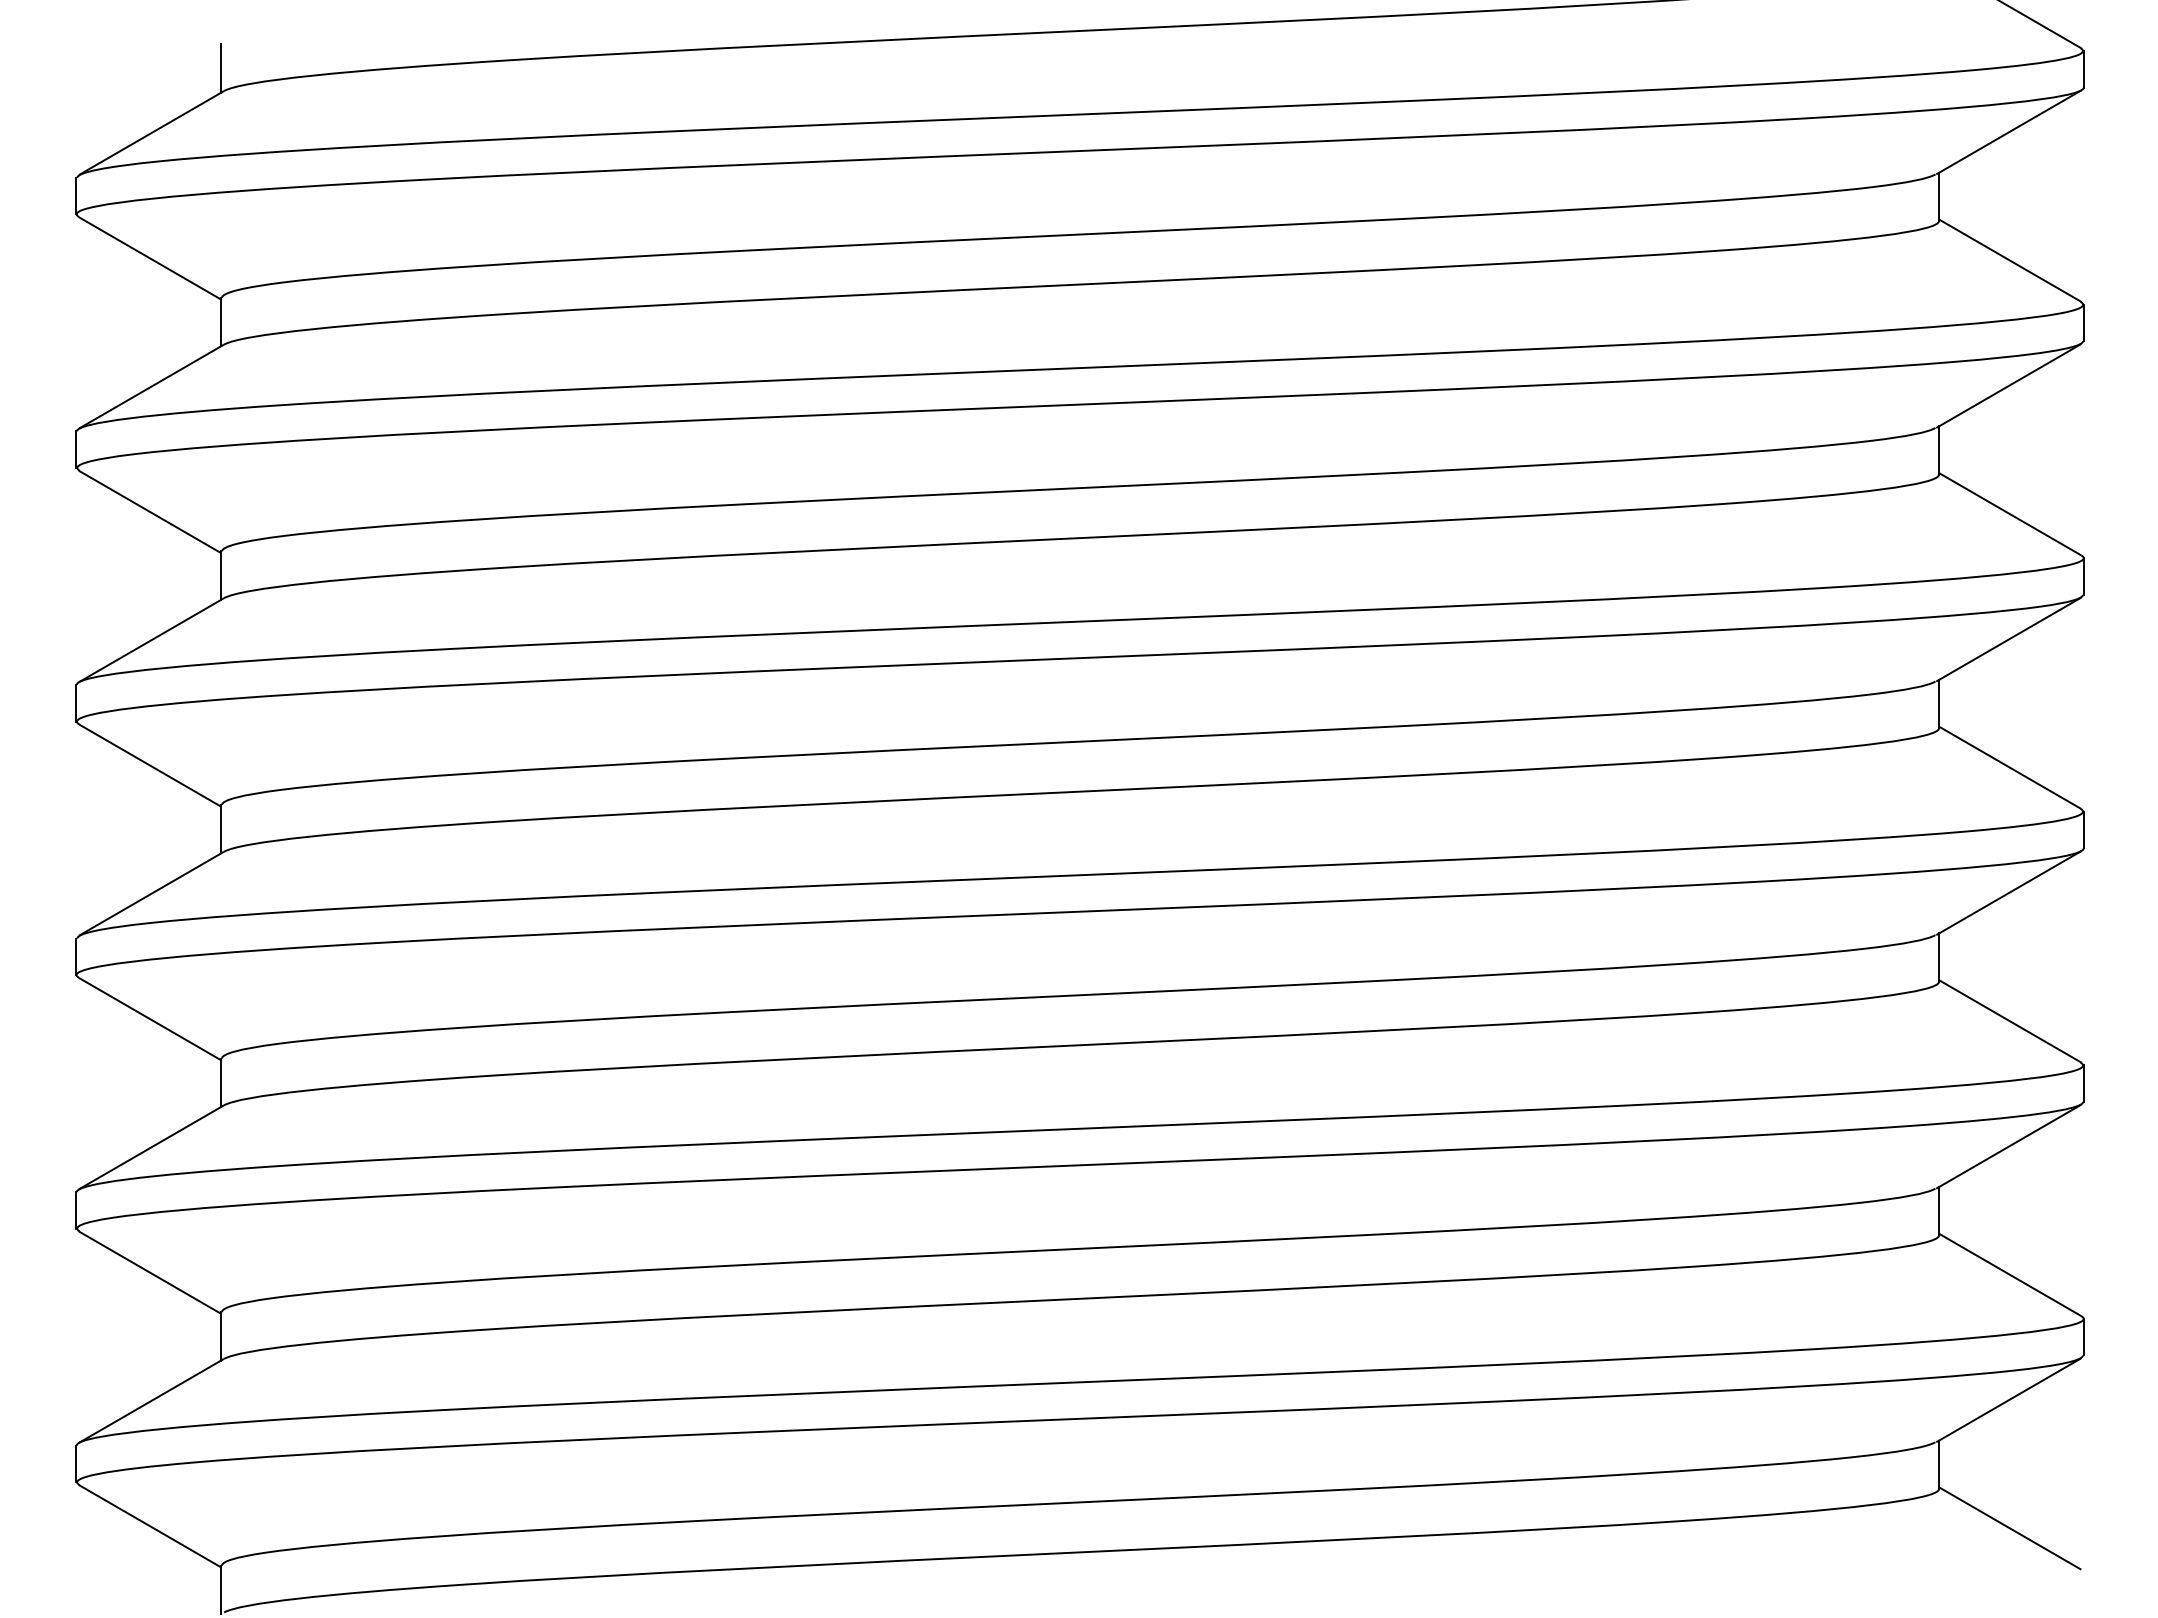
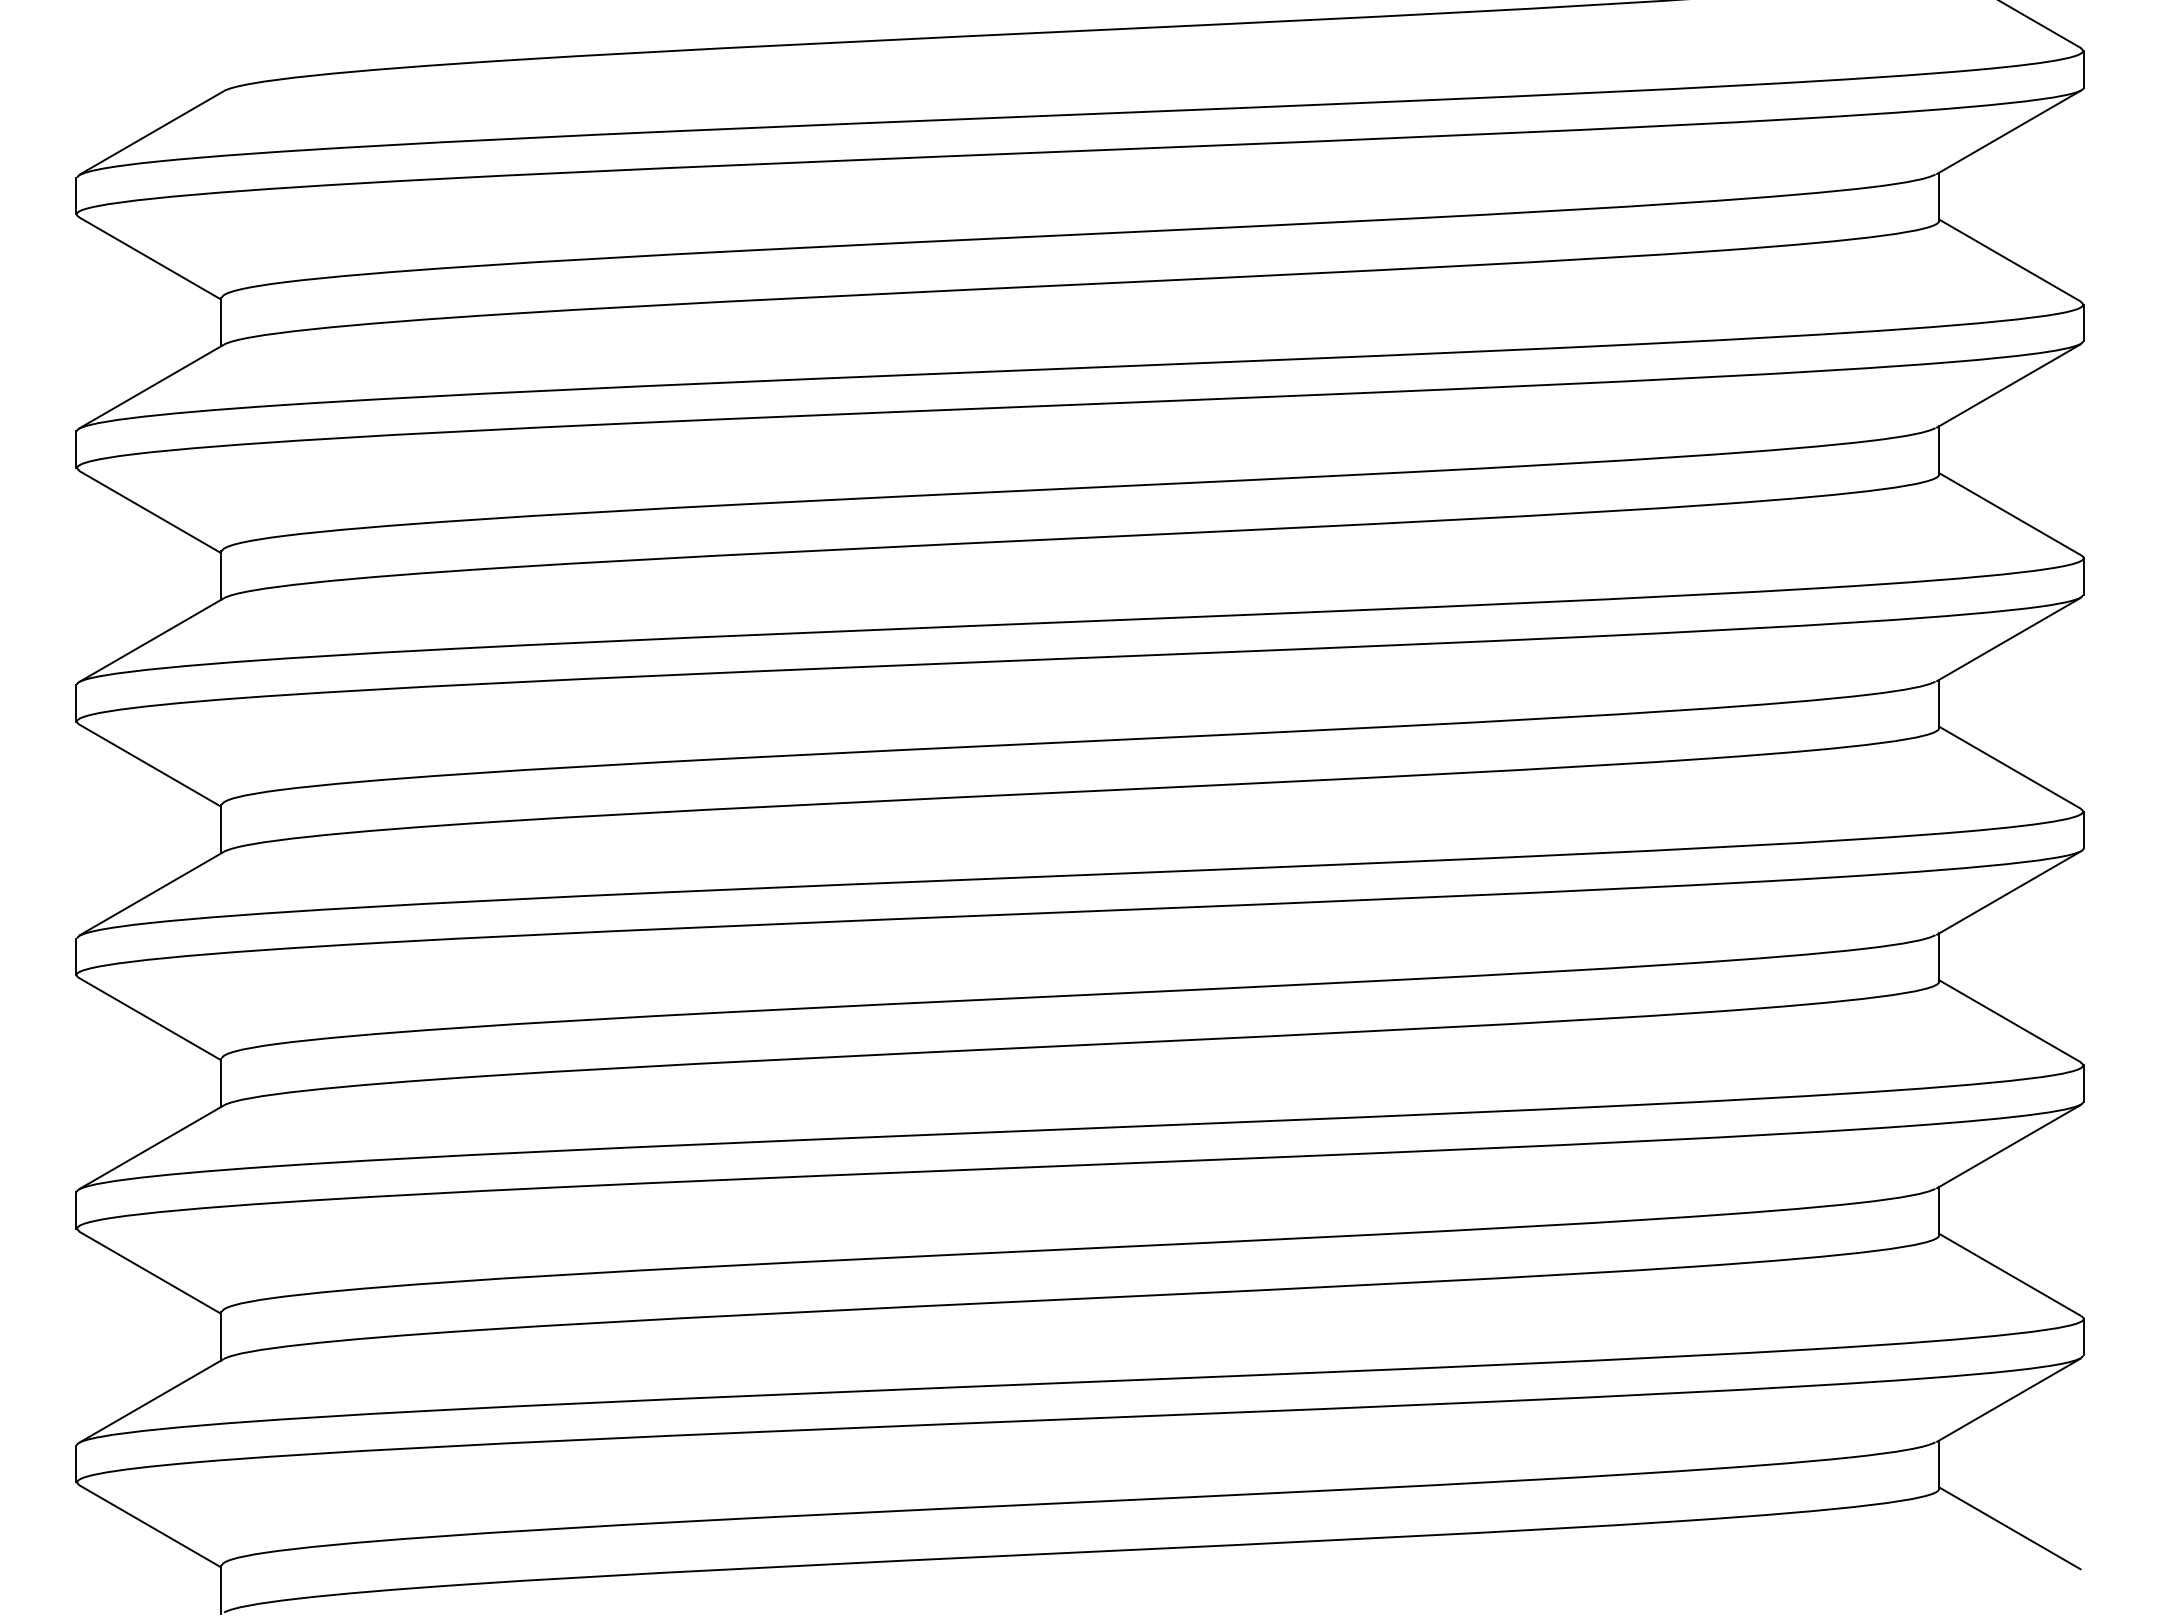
line at (221, 68): present -> none
